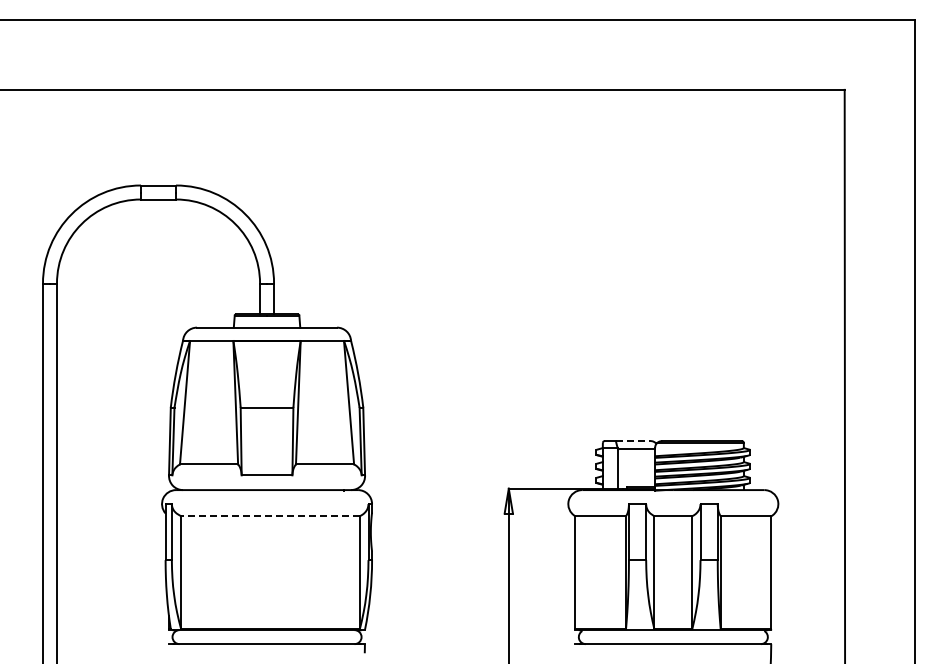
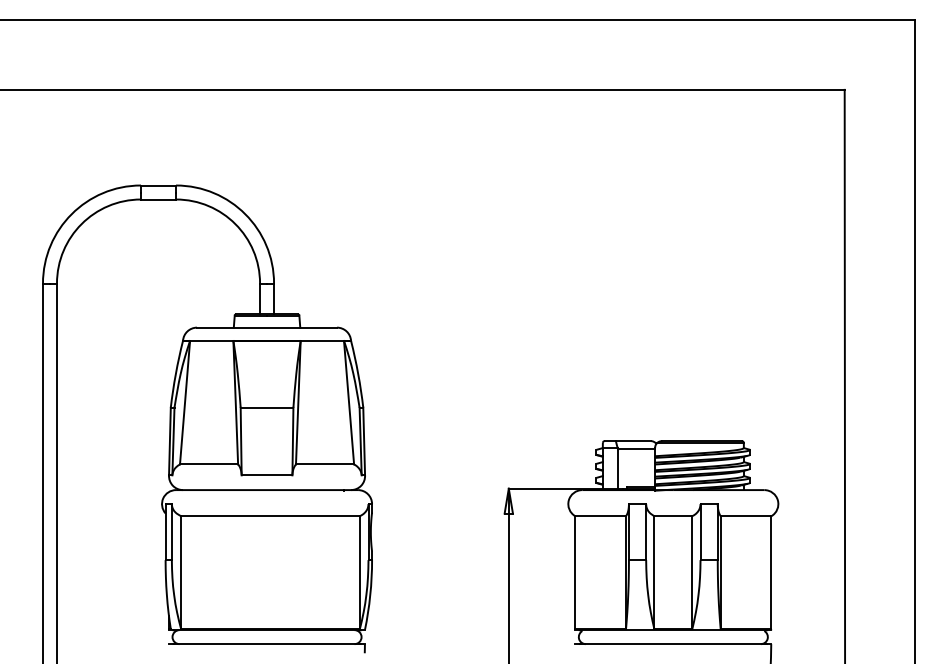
line at (634, 441): dashed -> solid
line at (270, 516): dashed -> solid
